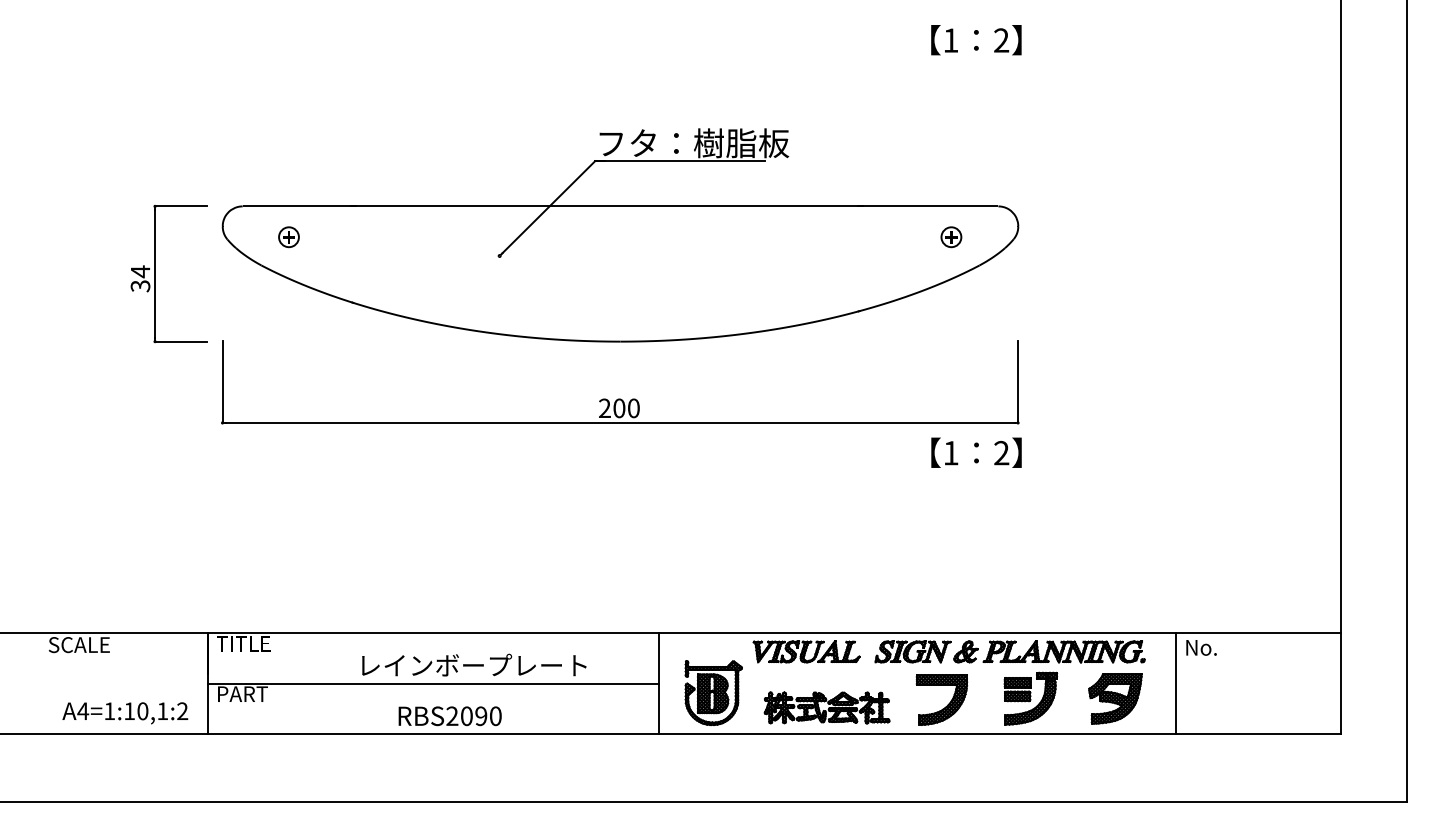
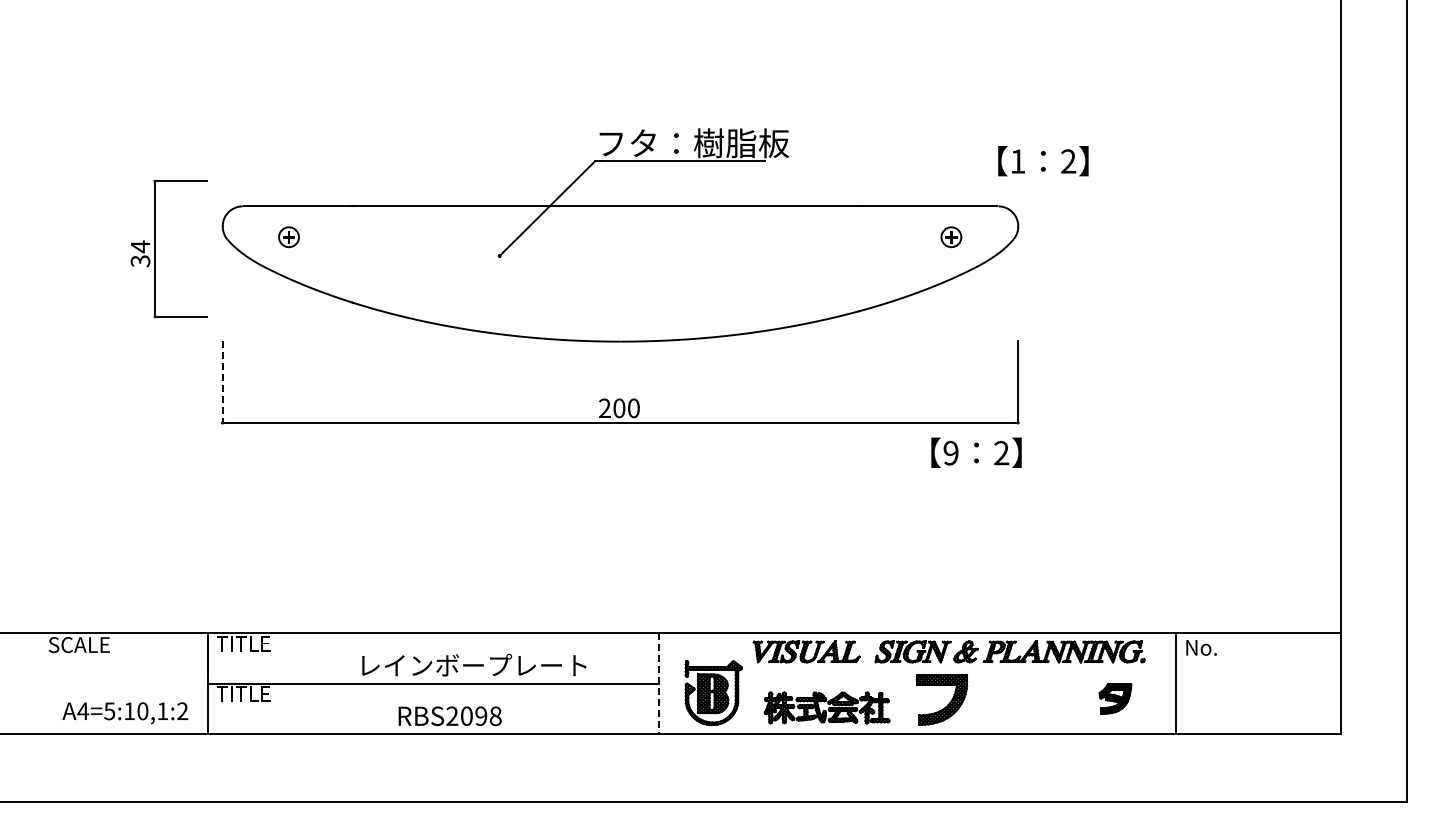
text at (976, 40) position: (976, 40) -> (1043, 161)
part at (155, 274) position: (155, 274) -> (155, 249)
line at (222, 382): solid -> dashed
text at (950, 452): 1 -> 9
line at (658, 684): solid -> dashed
text at (243, 693): PART -> TITLE
part at (1030, 698): present -> none
part at (1115, 698) size: 55x52 px -> 35x32 px
text at (109, 711): A4=1:10,1:2 -> A4=5:10,1:2
text at (495, 716): RBS2090 -> RBS2098
